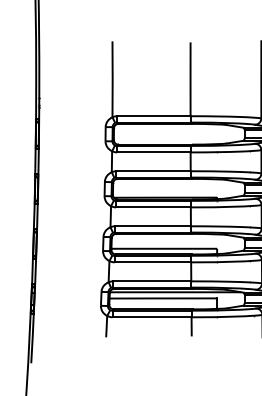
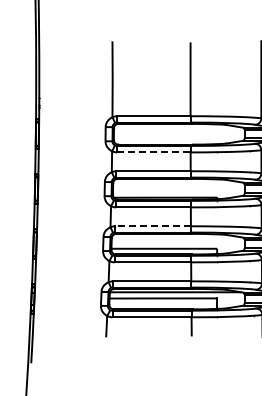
line at (153, 152): solid -> dashed
line at (152, 226): solid -> dashed
